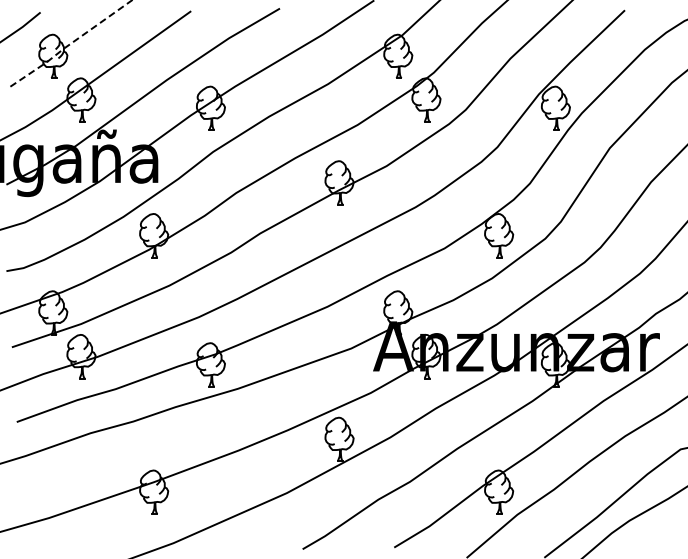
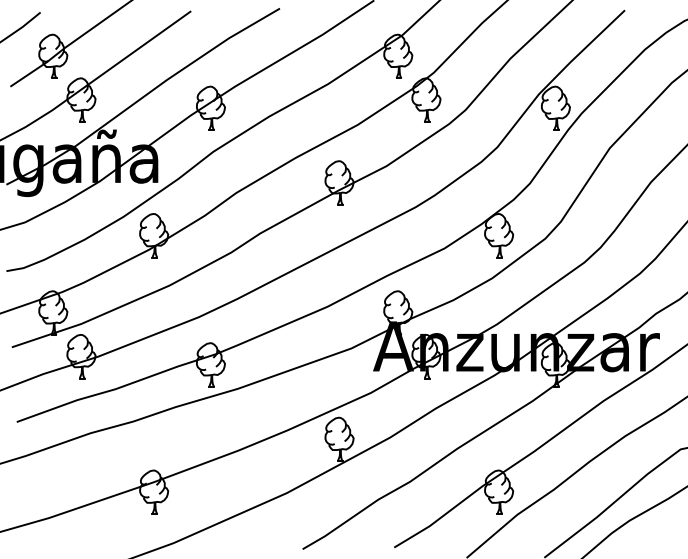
line at (70, 44): dashed -> solid
